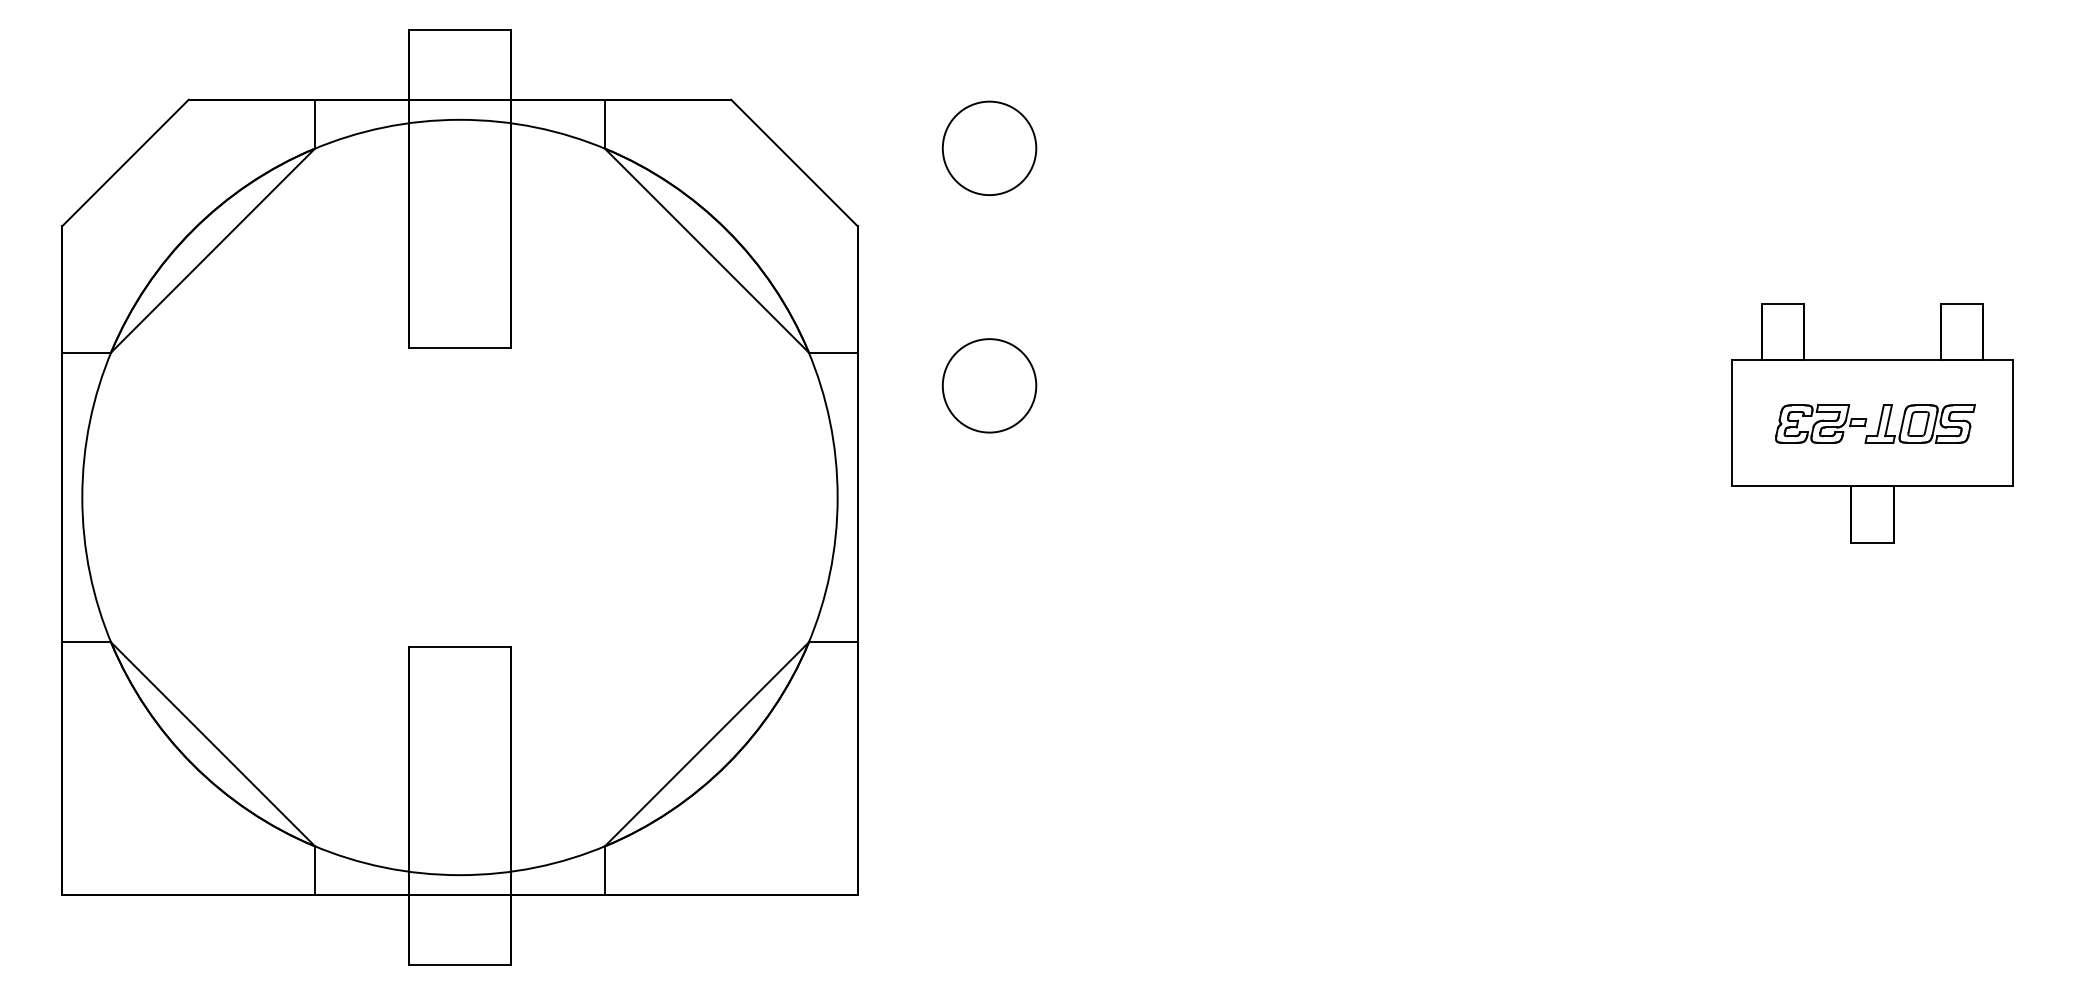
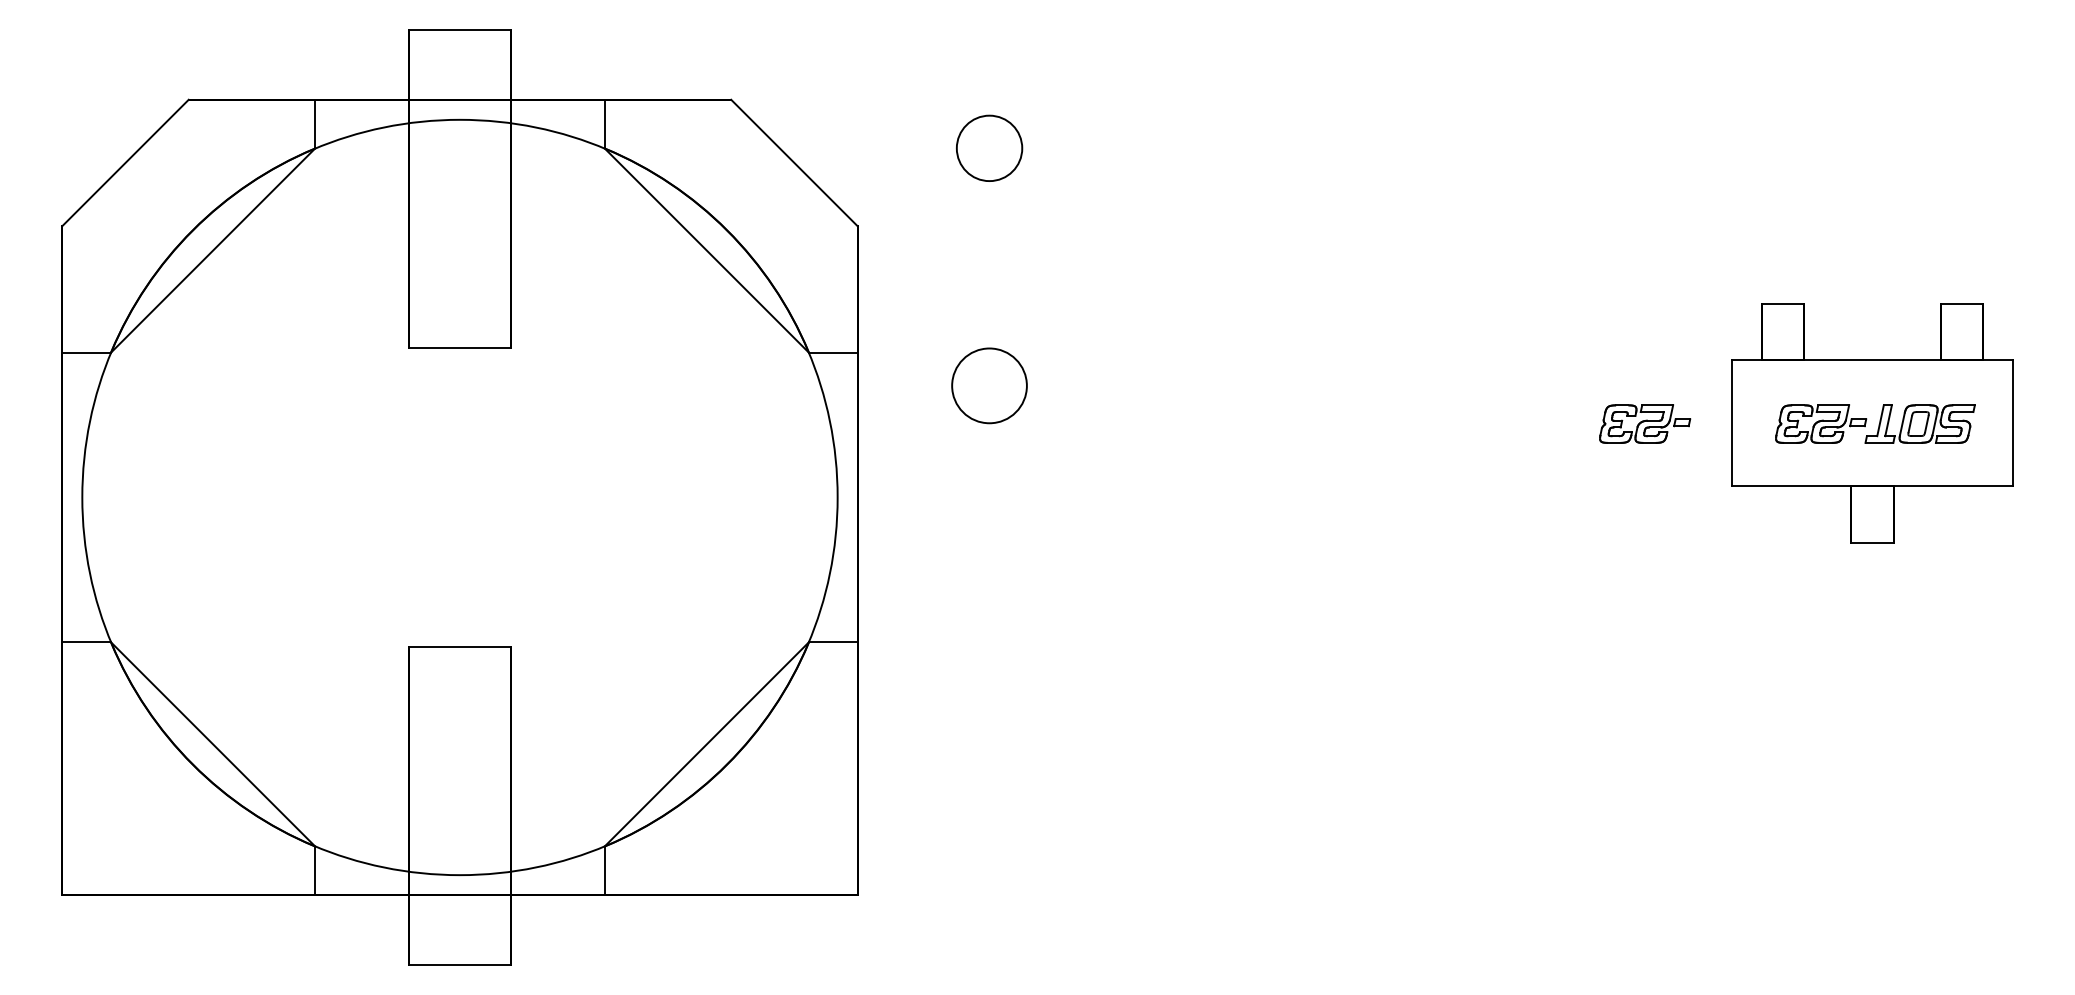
circle at (989, 148) diameter: 93 px -> 65 px
circle at (989, 385) size: 97x96 px -> 77x78 px
part at (1645, 423): none -> present
